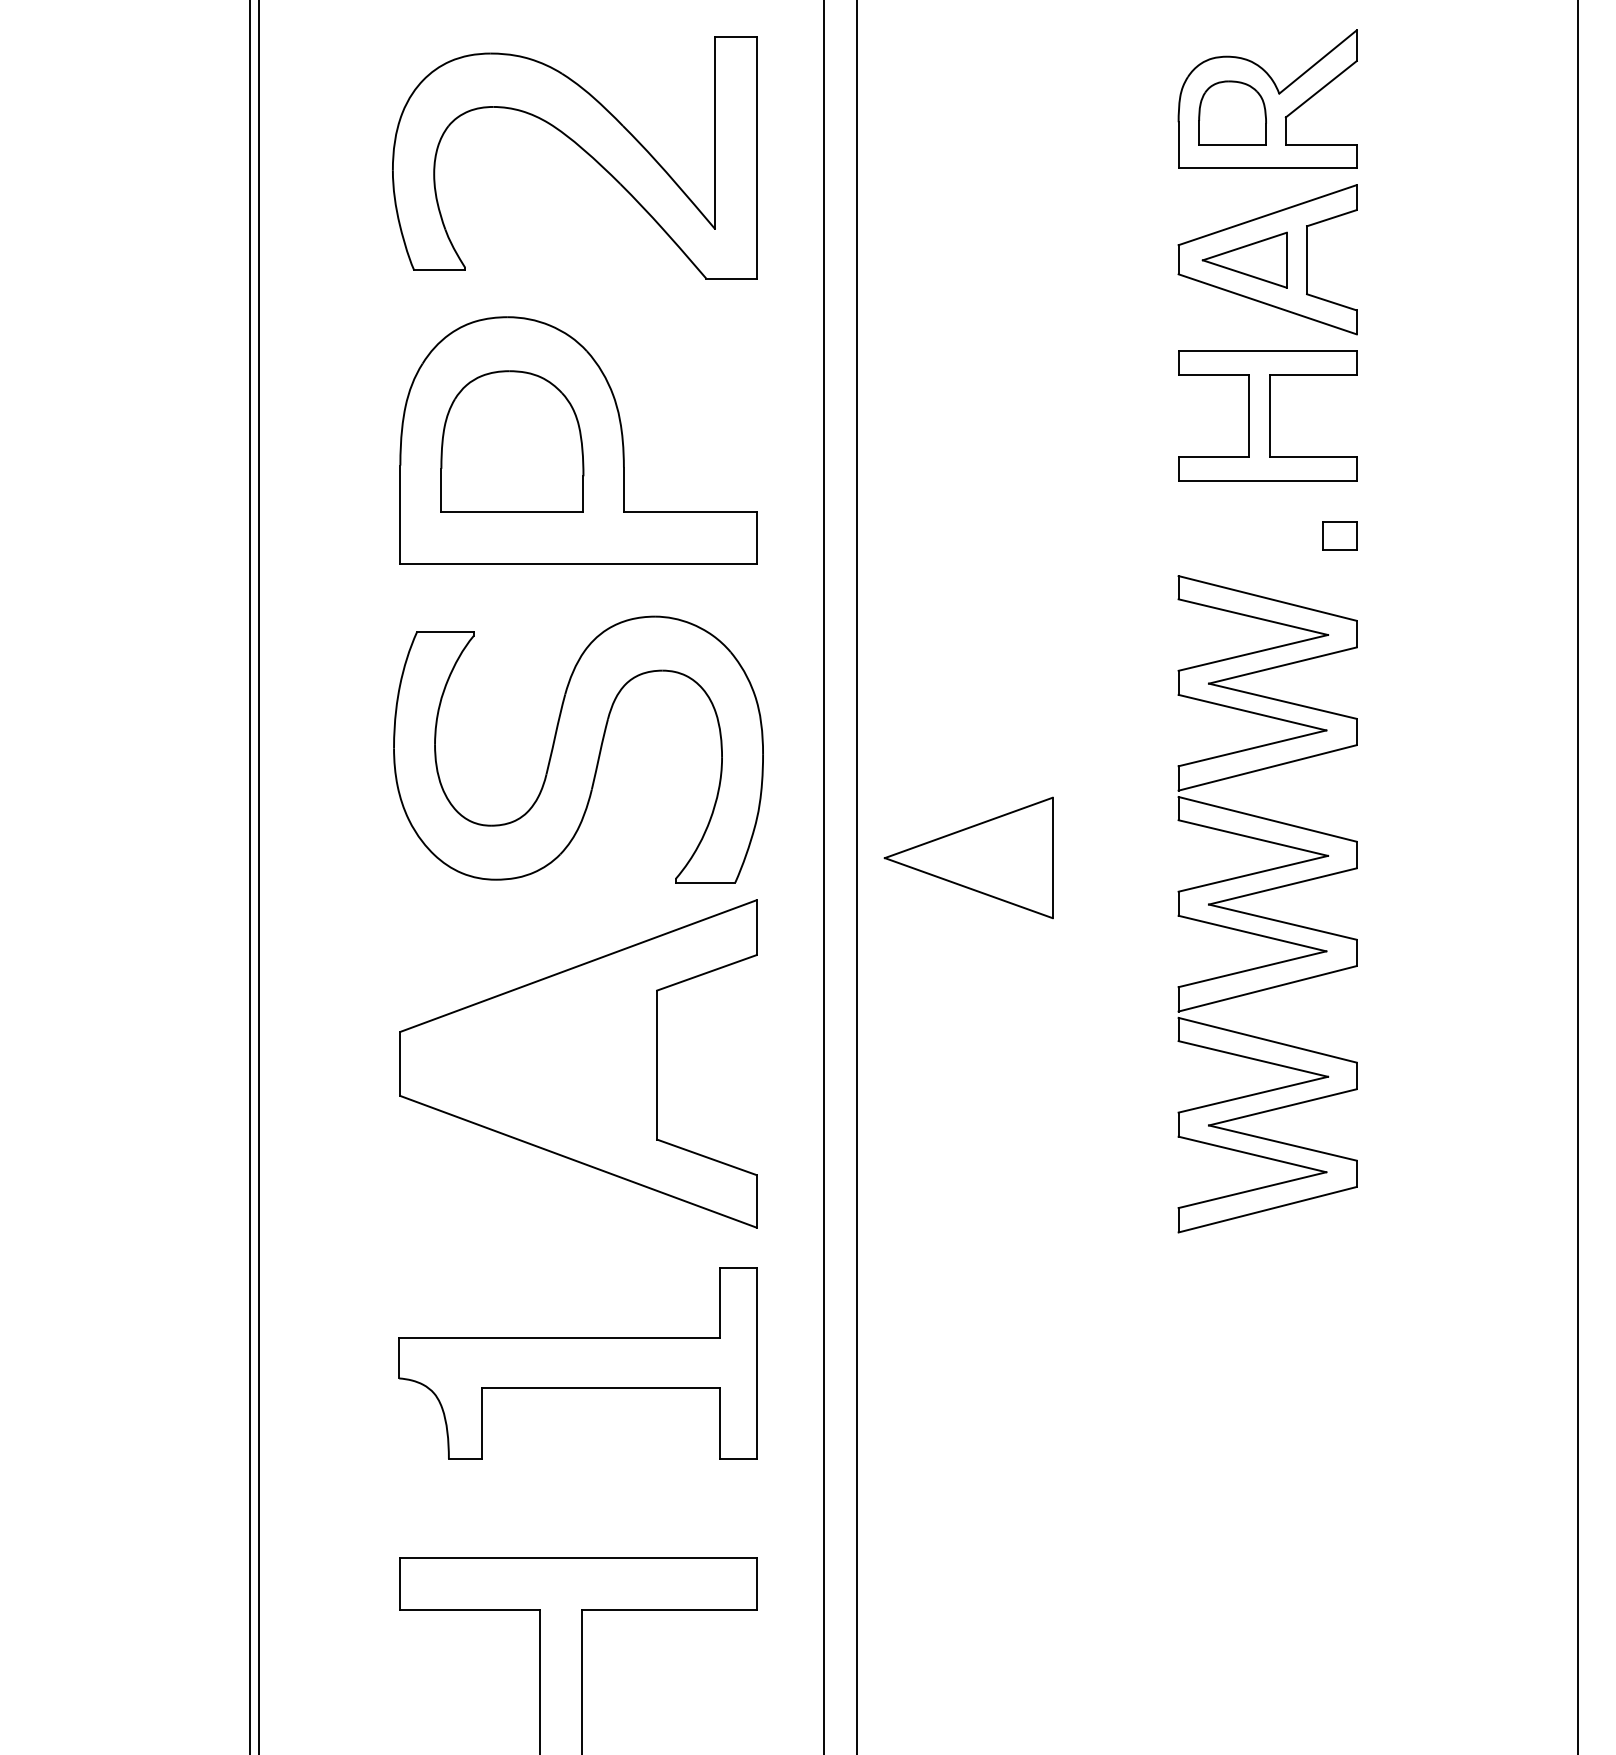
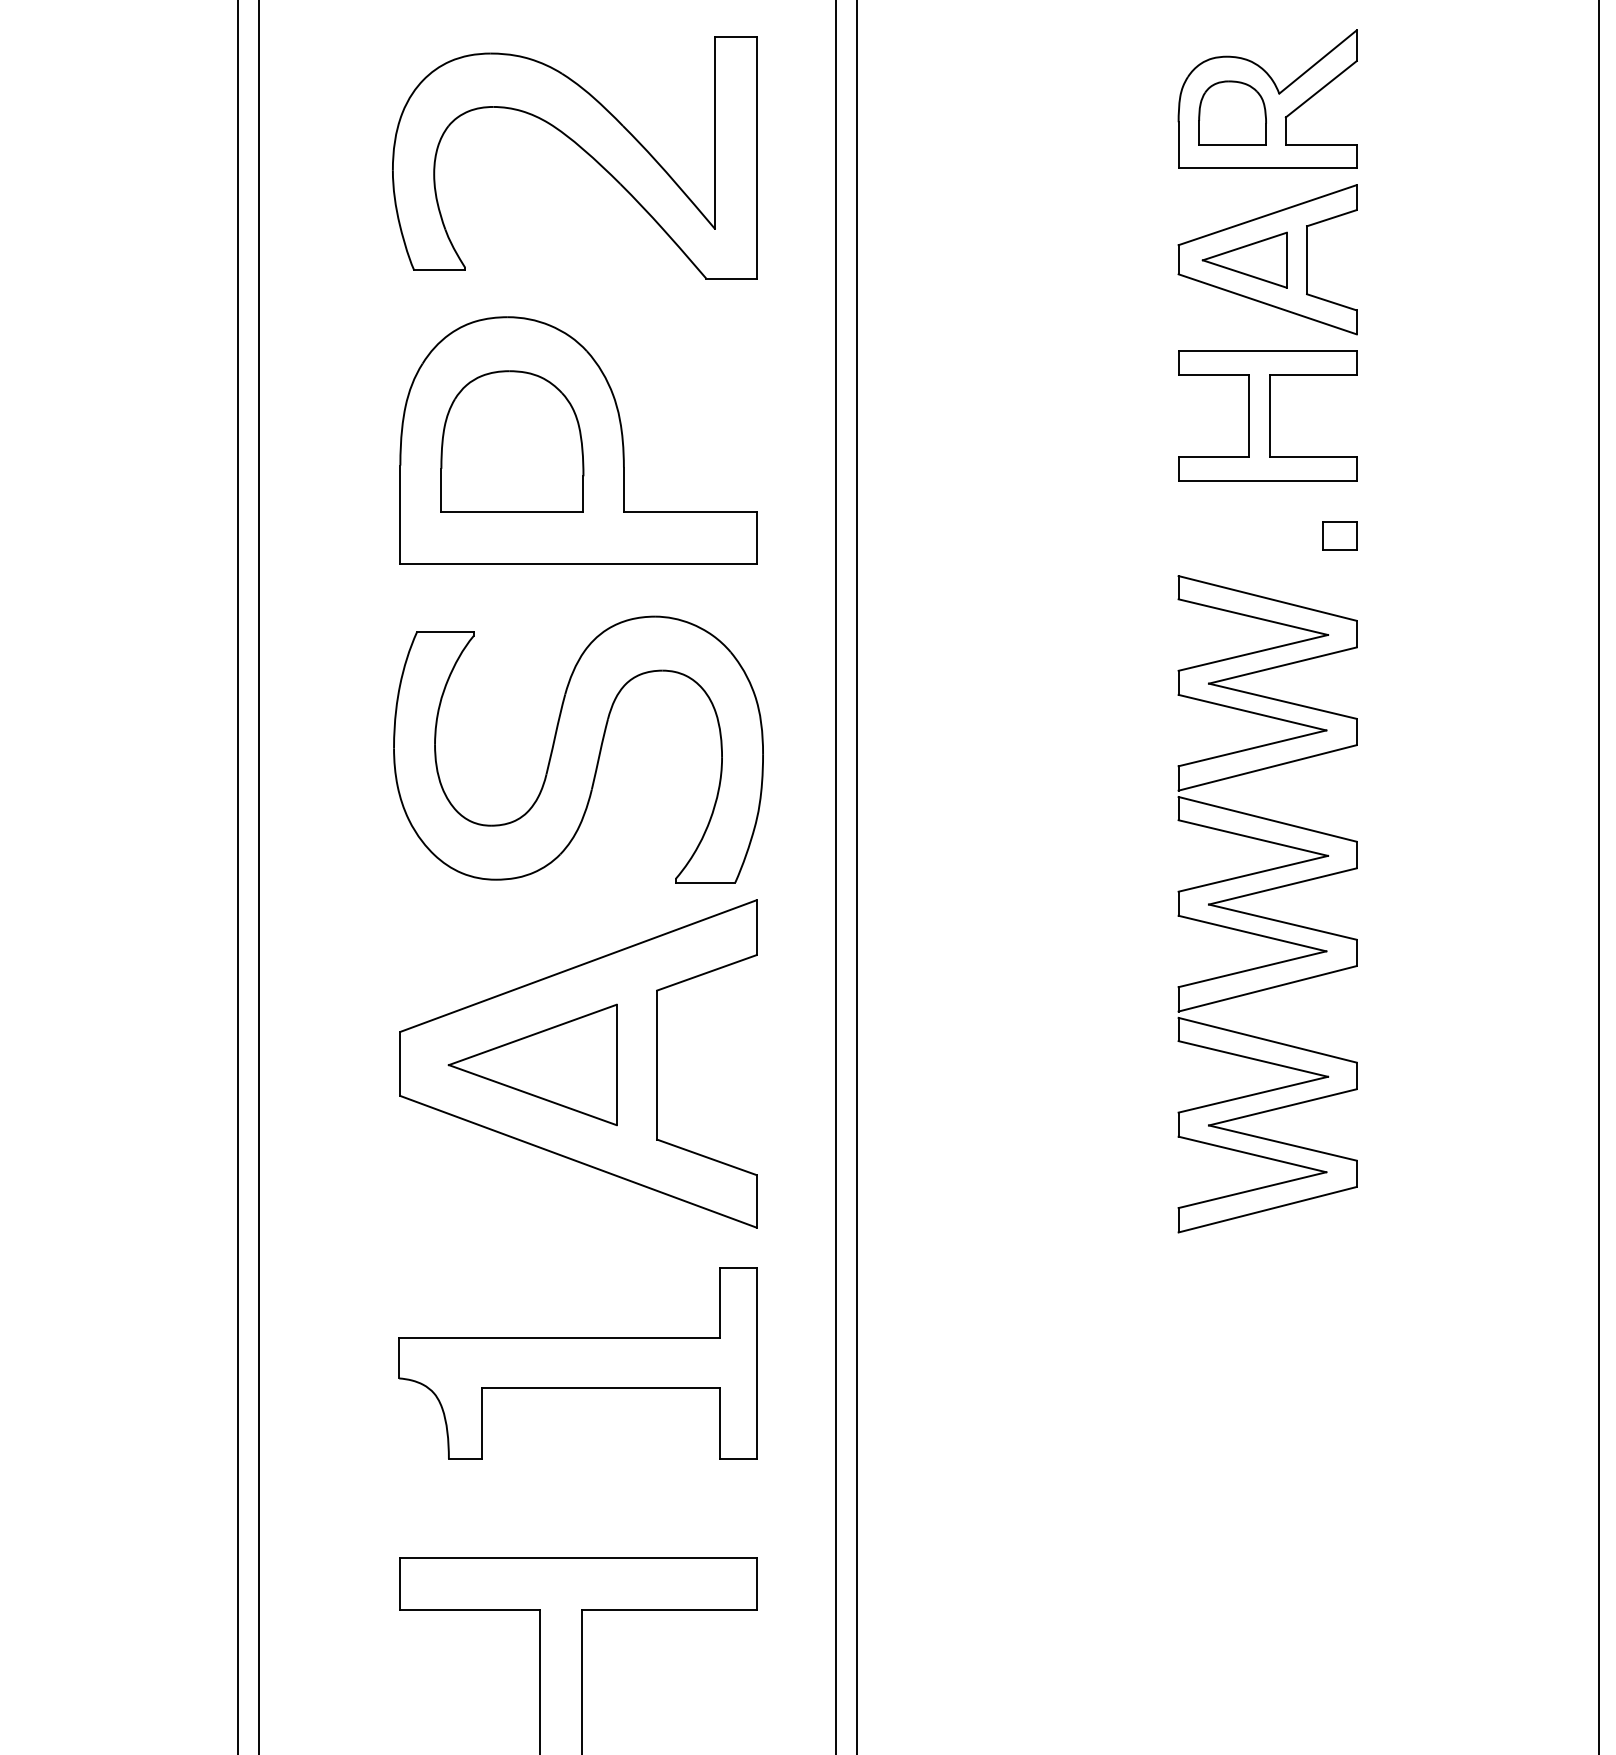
part at (968, 857) position: (968, 857) -> (532, 1064)
line at (250, 876) position: (250, 876) -> (238, 876)
line at (823, 876) position: (823, 876) -> (835, 876)
line at (1578, 876) position: (1578, 876) -> (1599, 876)
